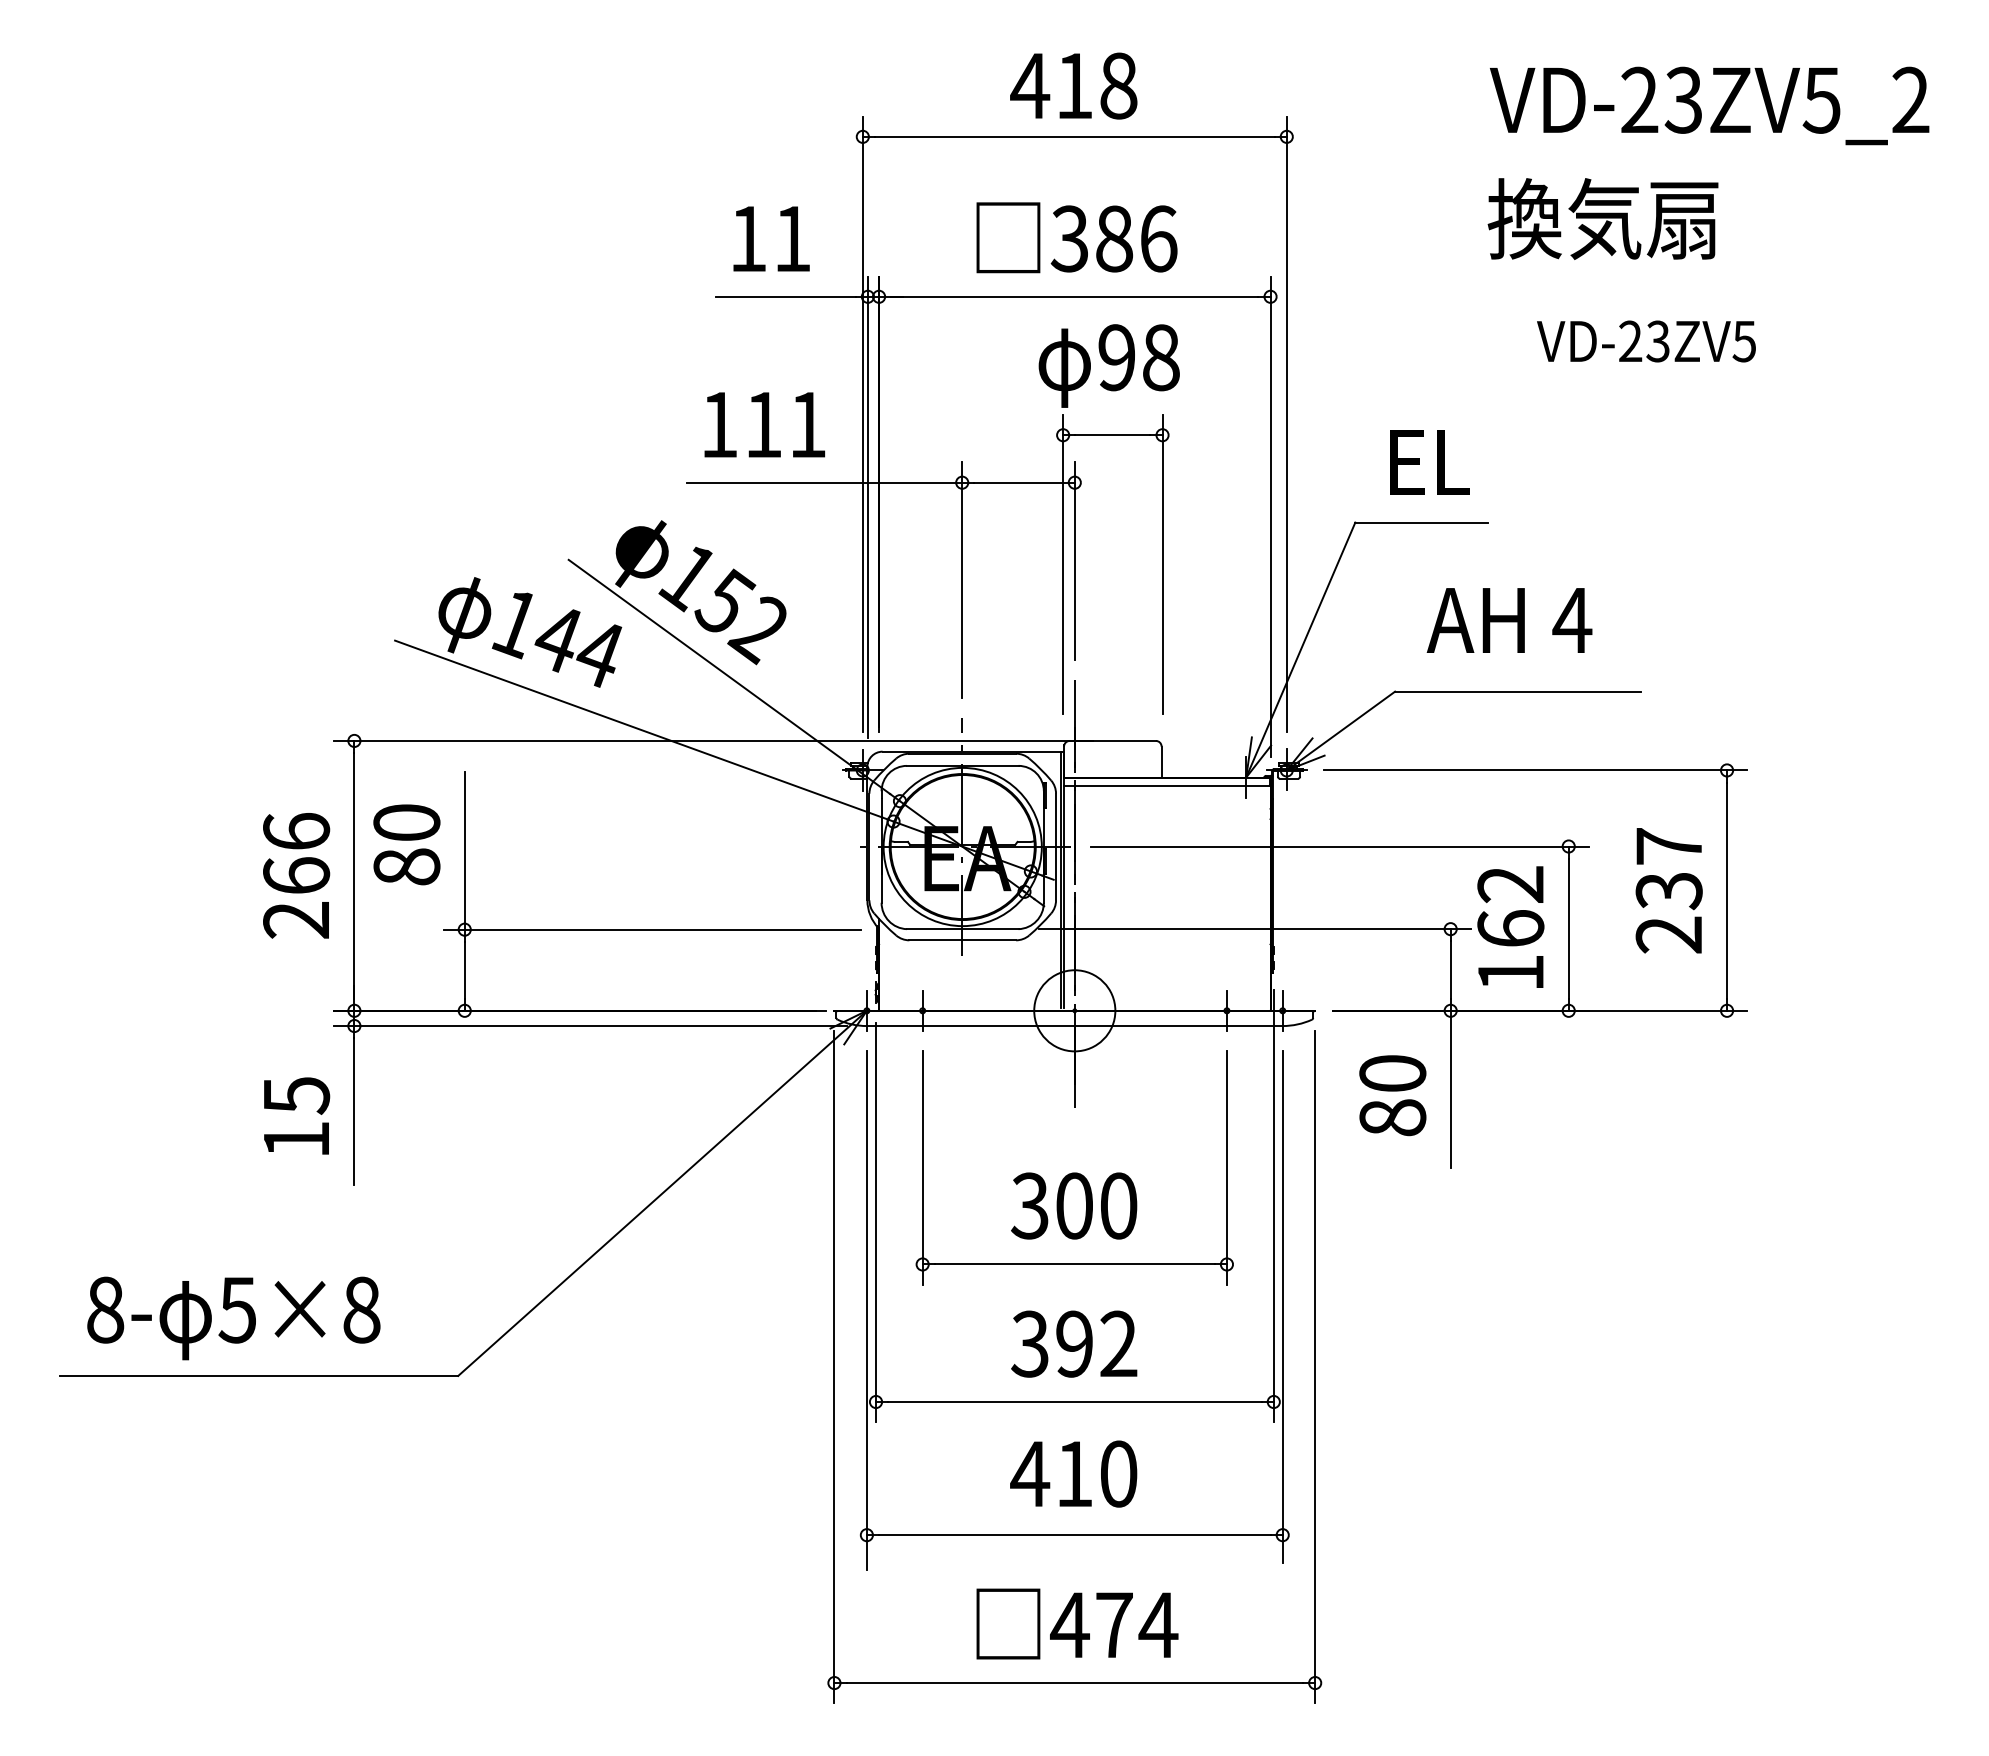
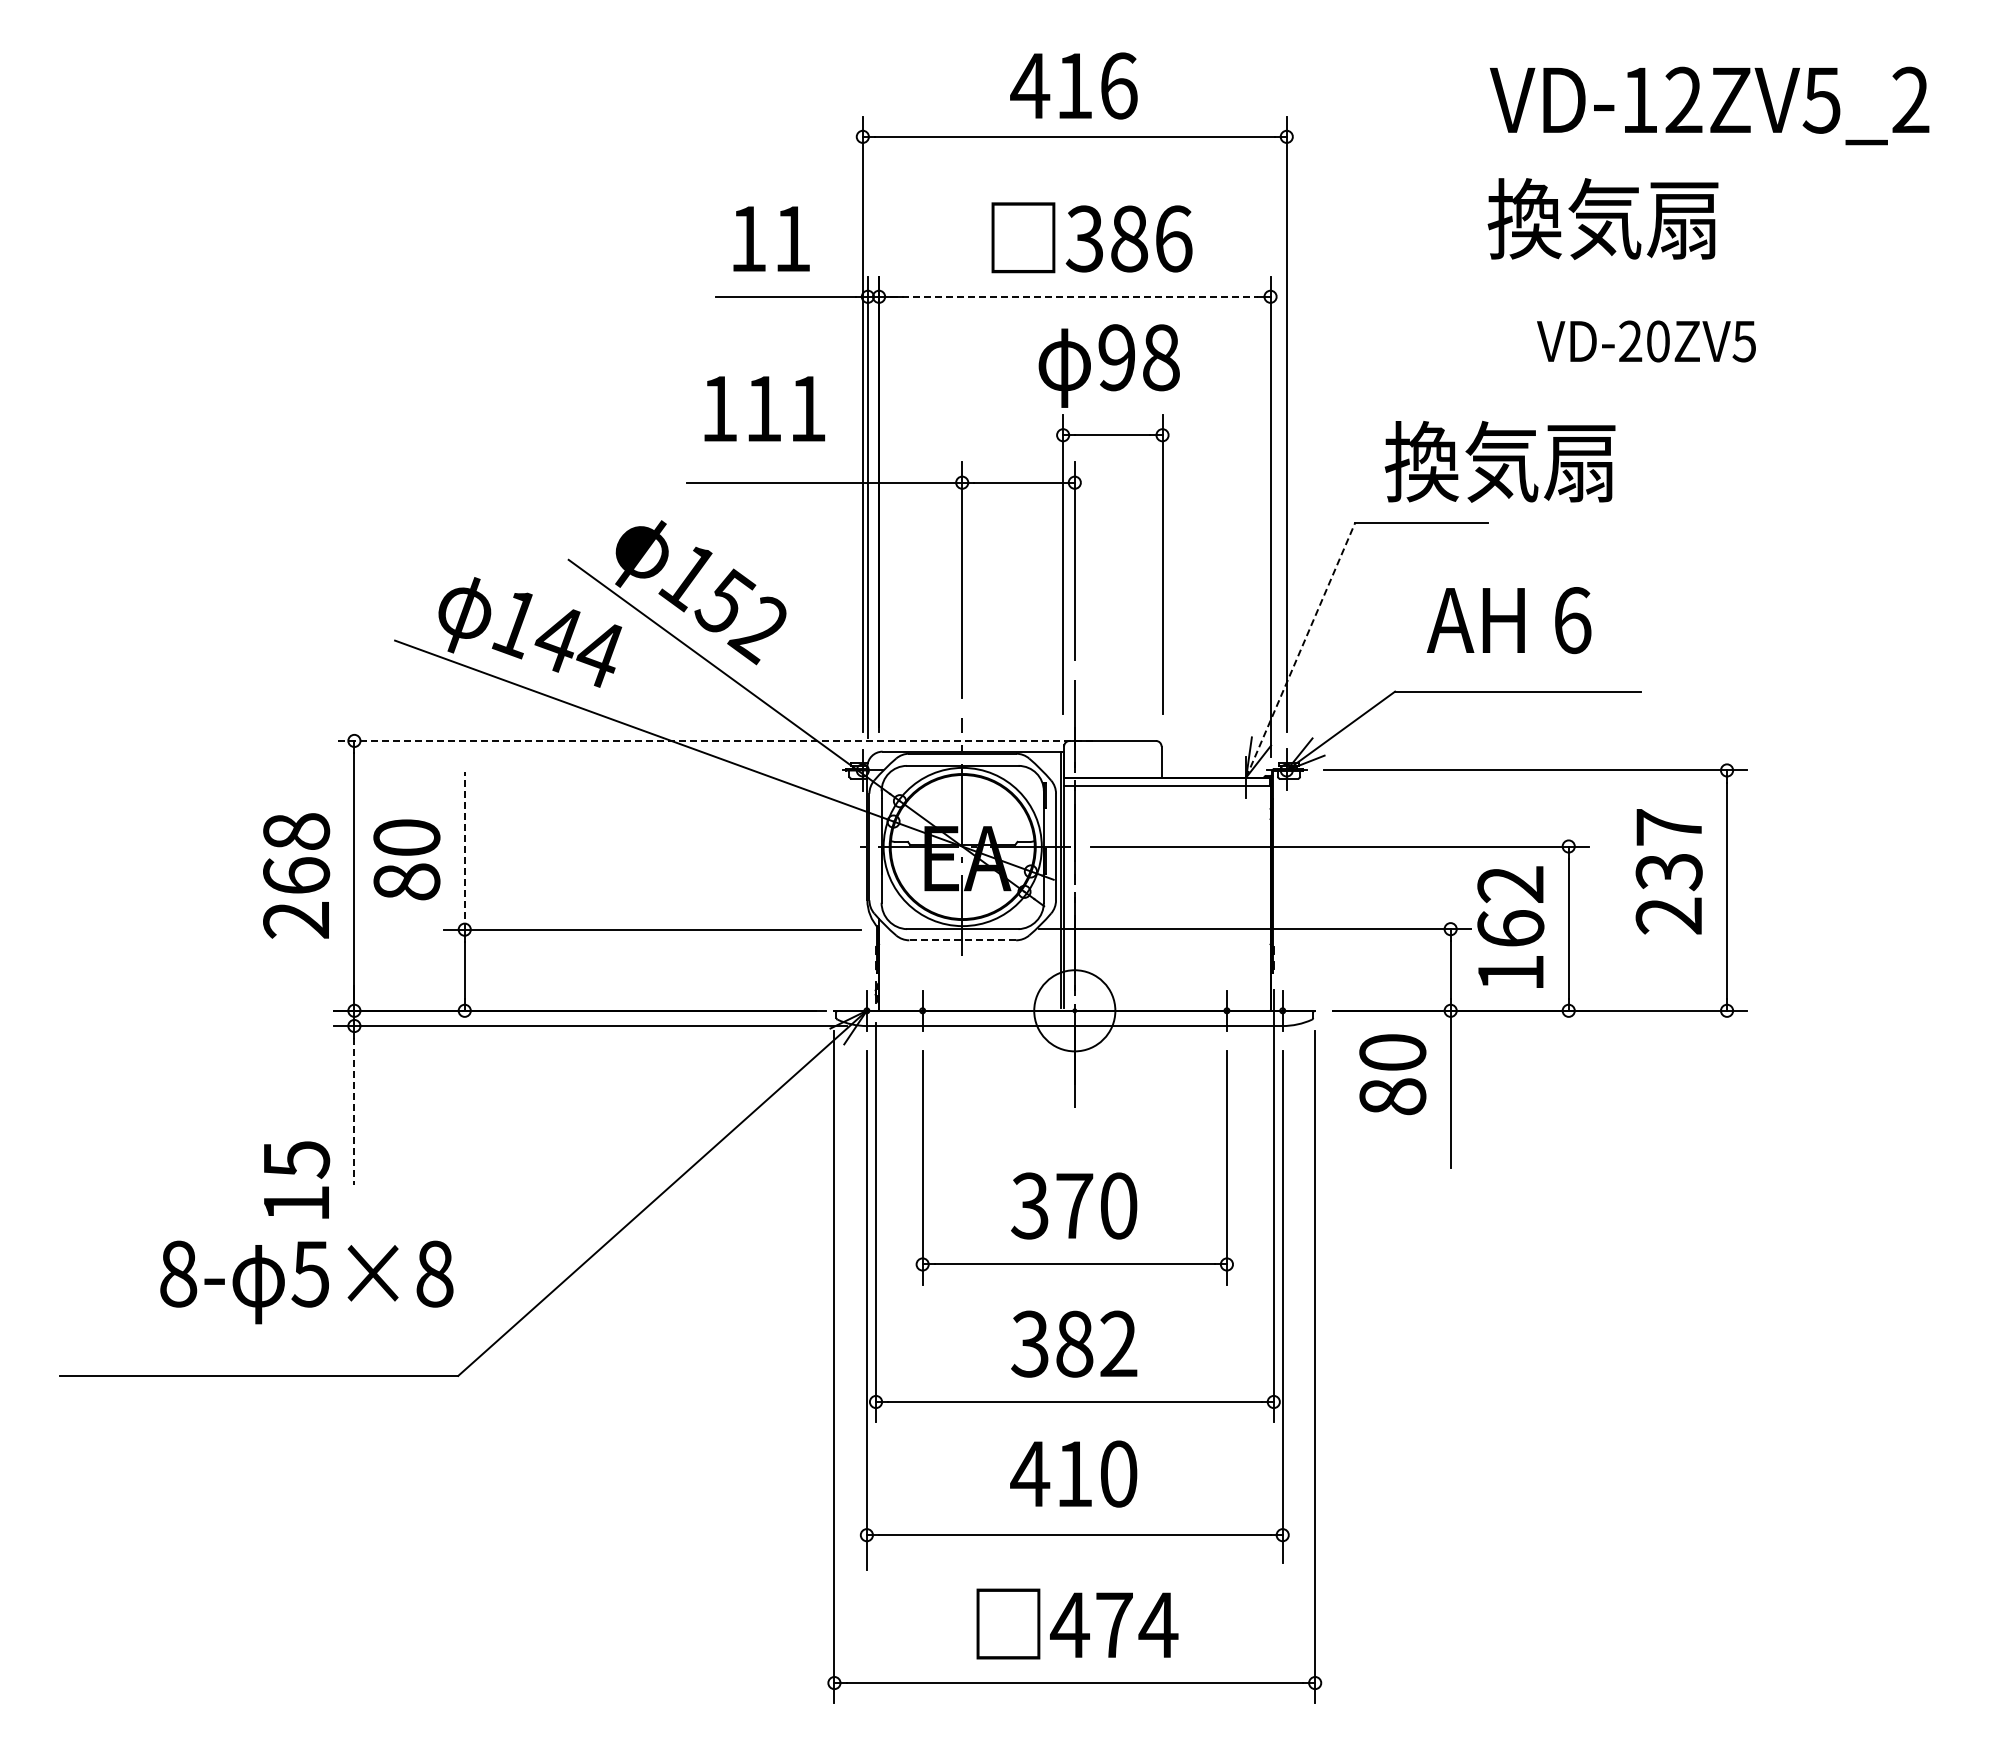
text at (1118, 85): 418 -> 416
text at (1661, 99): VD-23ZV5_2 -> VD-12ZV5_2
text at (1076, 237) position: (1076, 237) -> (1091, 237)
line at (1074, 296): solid -> dashed
text at (1657, 341): VD-23ZV5 -> VD-20ZV5
text at (764, 424) position: (764, 424) -> (764, 408)
text at (1499, 461): EL -> 換気扇
text at (1572, 620): 4 -> 6
line at (1300, 650): solid -> dashed
line at (712, 740): solid -> dashed
text at (296, 831): 266 -> 268
text at (406, 844) position: (406, 844) -> (406, 859)
line at (464, 850): solid -> dashed
text at (1668, 890) position: (1668, 890) -> (1668, 871)
line at (962, 940): solid -> dashed
text at (1392, 1095) position: (1392, 1095) -> (1392, 1074)
line at (354, 1111): solid -> dashed
text at (297, 1115) position: (297, 1115) -> (297, 1179)
text at (1074, 1205): 300 -> 370
text at (233, 1318) position: (233, 1318) -> (306, 1282)
text at (1074, 1343): 392 -> 382
